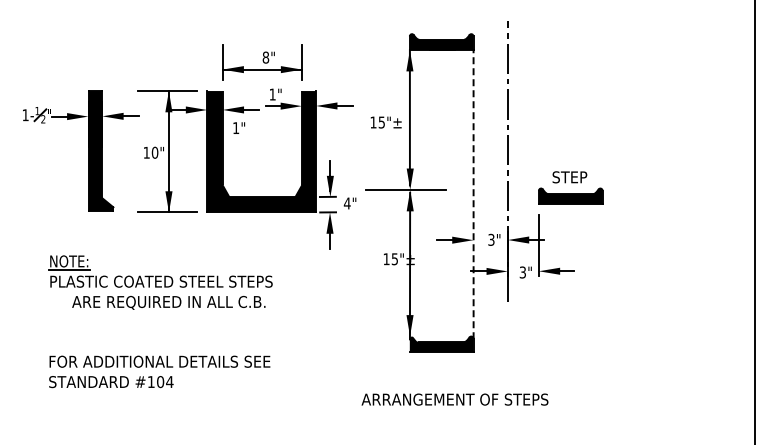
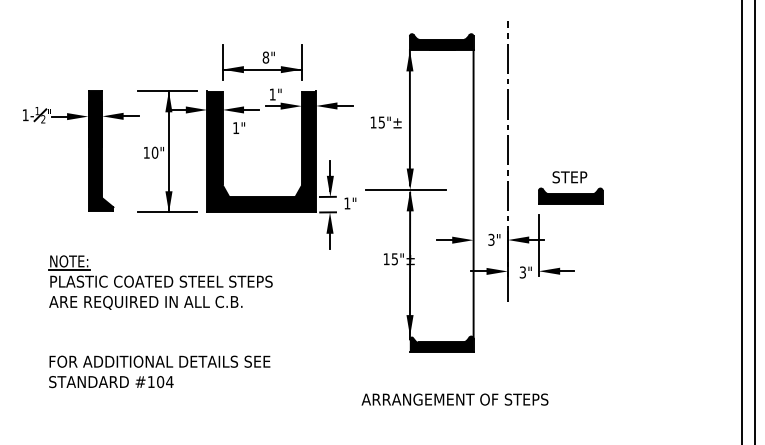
line at (473, 194): dashed -> solid
text at (346, 203): 4" -> 1"
line at (742, 221): none -> present
text at (168, 302) position: (168, 302) -> (145, 302)
